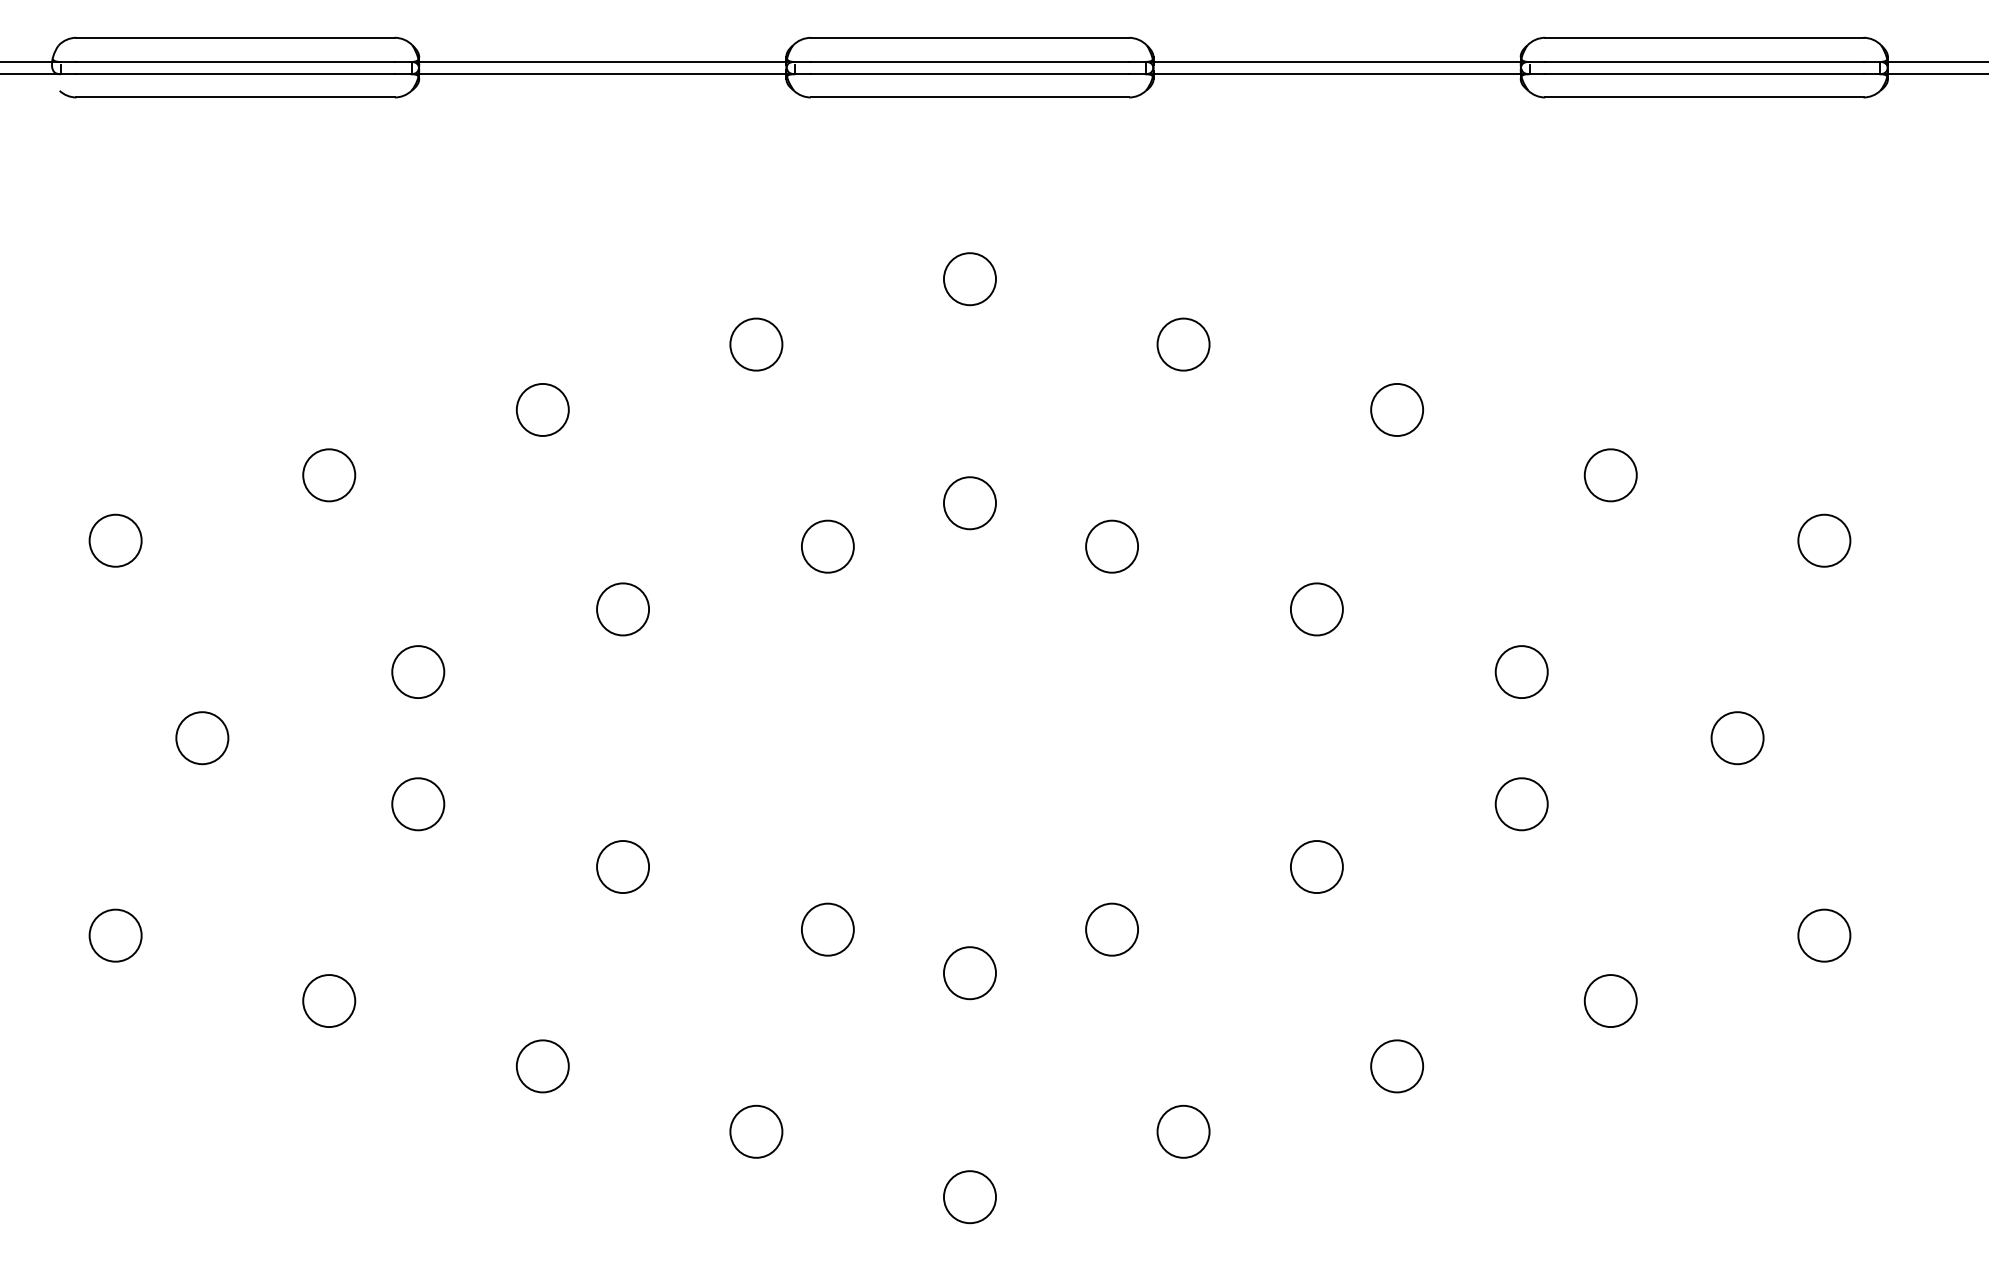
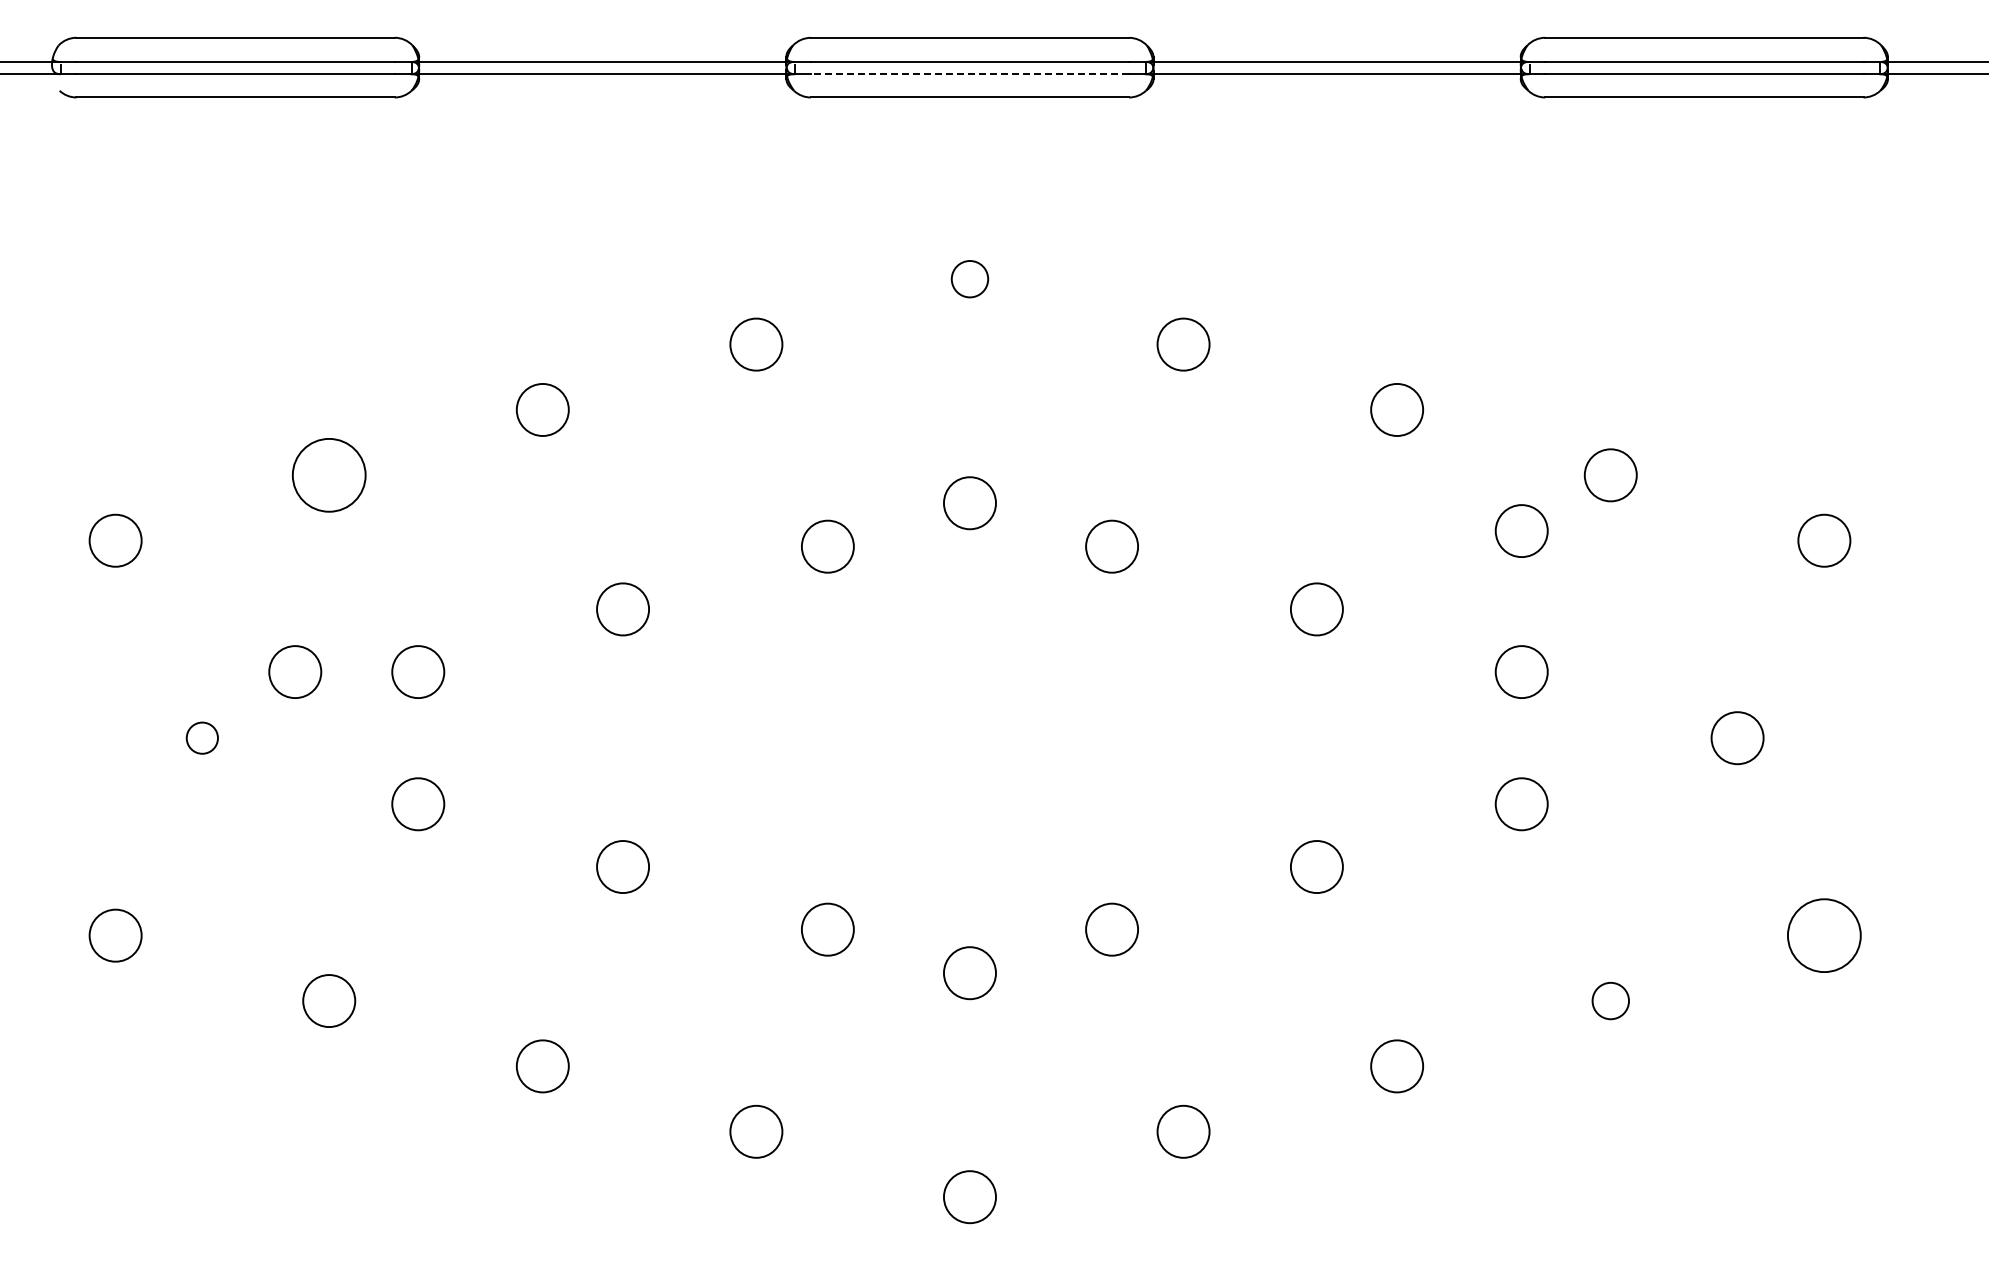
line at (969, 74): solid -> dashed
circle at (969, 279) diameter: 52 px -> 36 px
circle at (329, 475) diameter: 52 px -> 73 px
circle at (1521, 530): none -> present
circle at (295, 671): none -> present
circle at (202, 738) diameter: 52 px -> 31 px
circle at (1824, 935) diameter: 52 px -> 73 px
circle at (1610, 1001) diameter: 52 px -> 36 px
